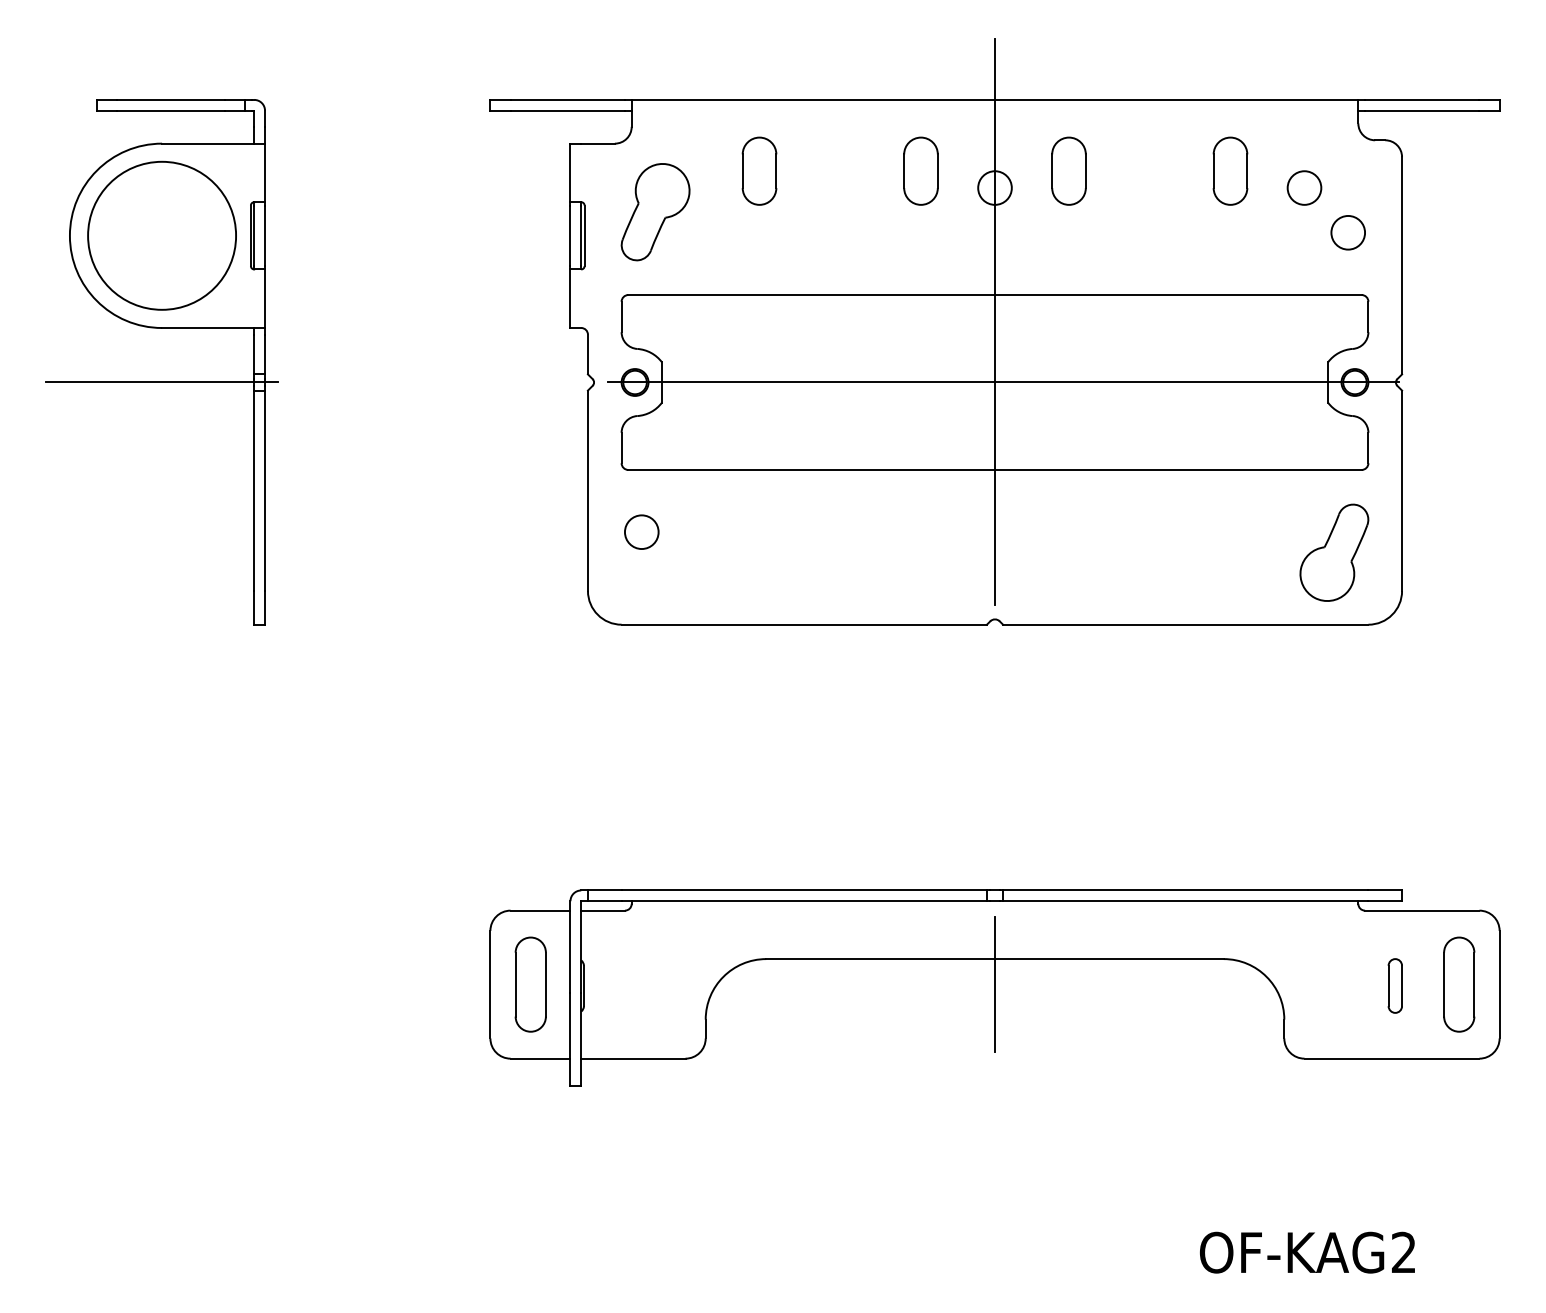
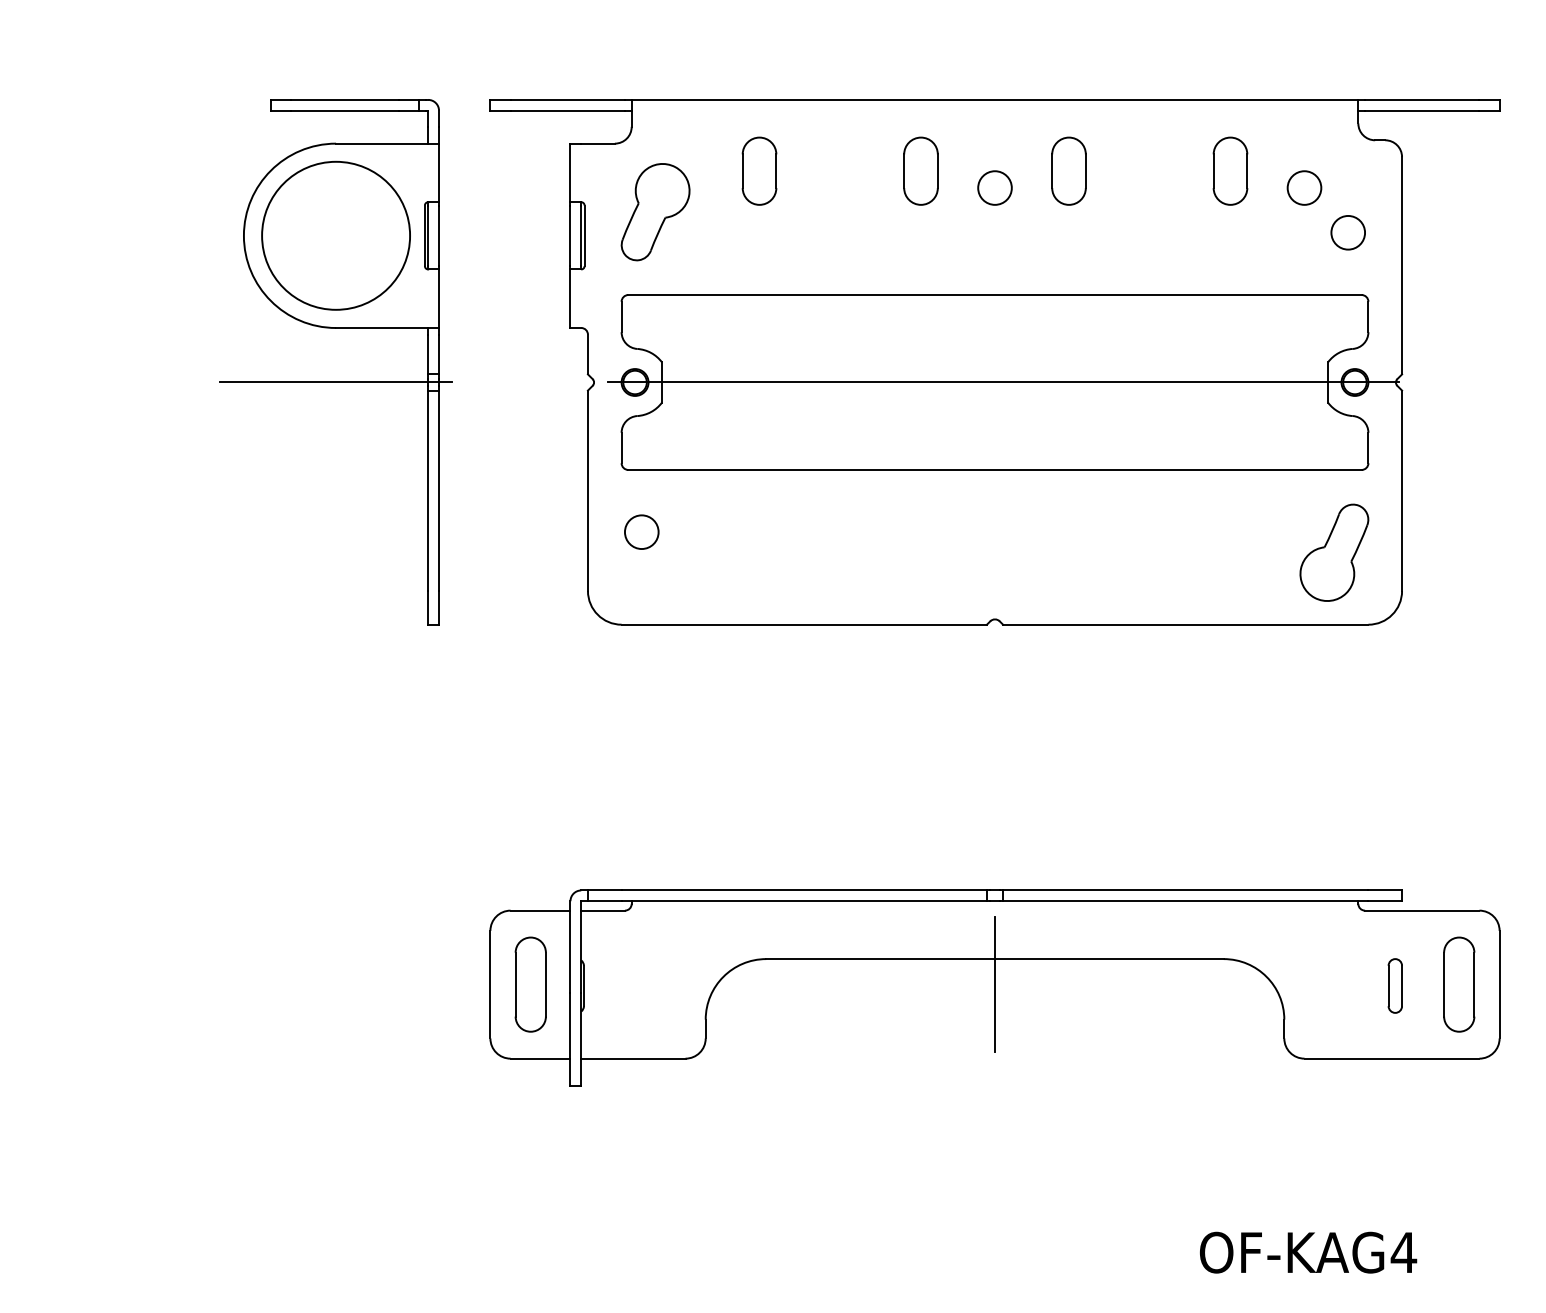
line at (995, 321): present -> none
part at (161, 381) position: (161, 381) -> (335, 381)
text at (1403, 1251): OF-KAG2 -> OF-KAG4
